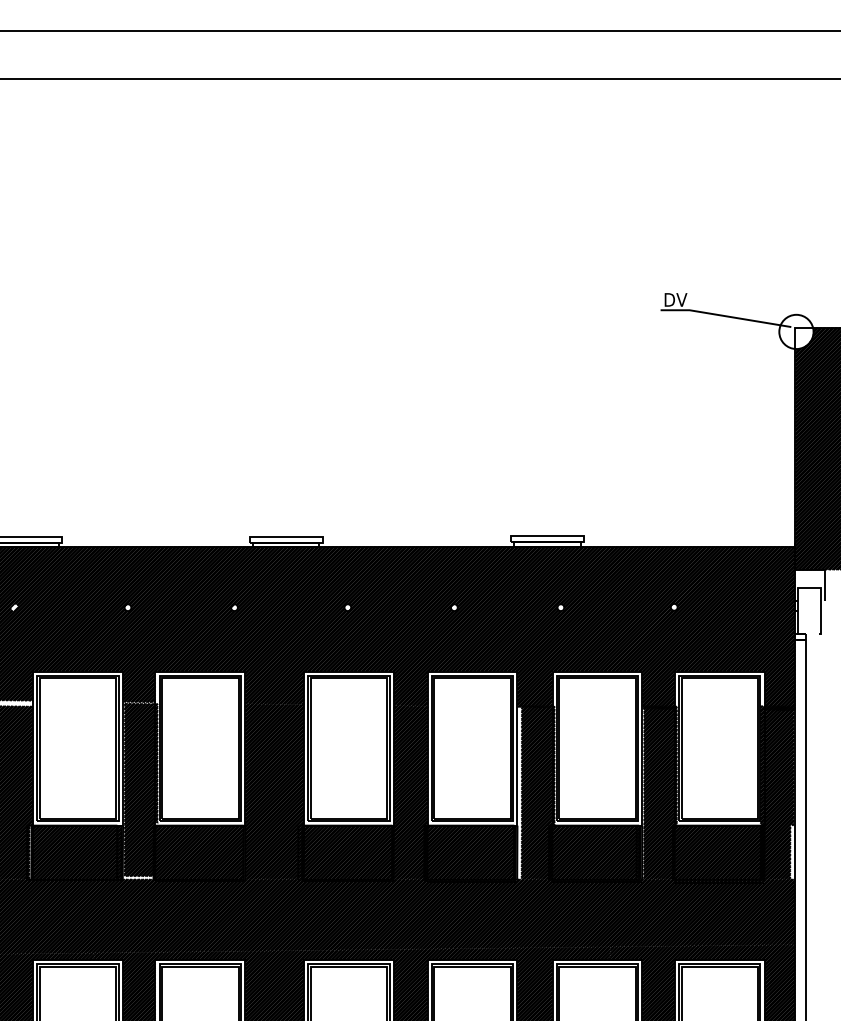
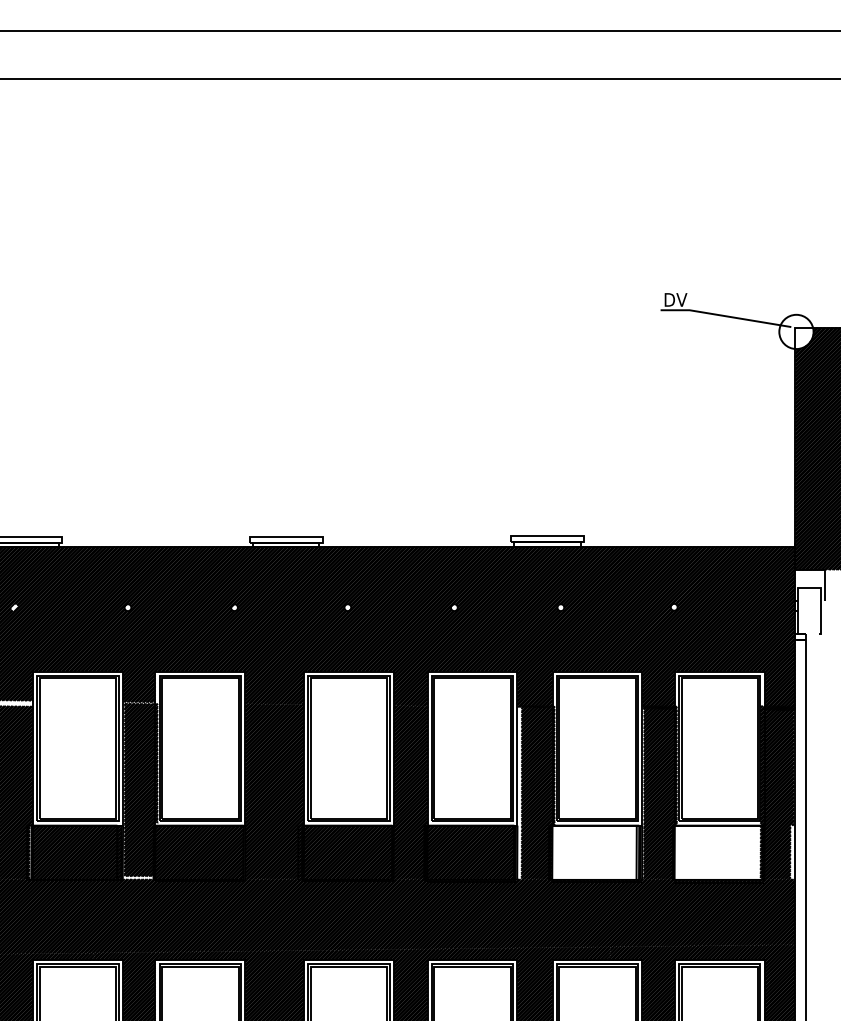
hatch at (594, 852): present -> none
hatch at (718, 852): present -> none
